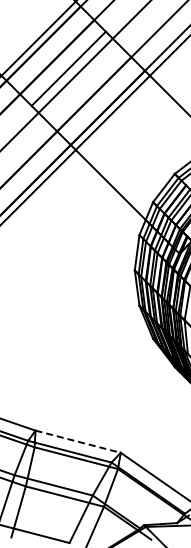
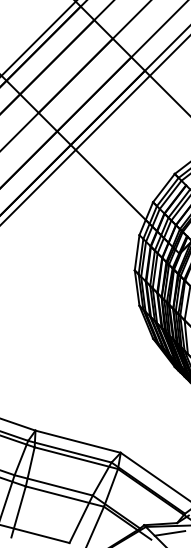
line at (68, 68) position: (68, 68) -> (75, 75)
line at (78, 441): dashed -> solid
line at (169, 533): none -> present
